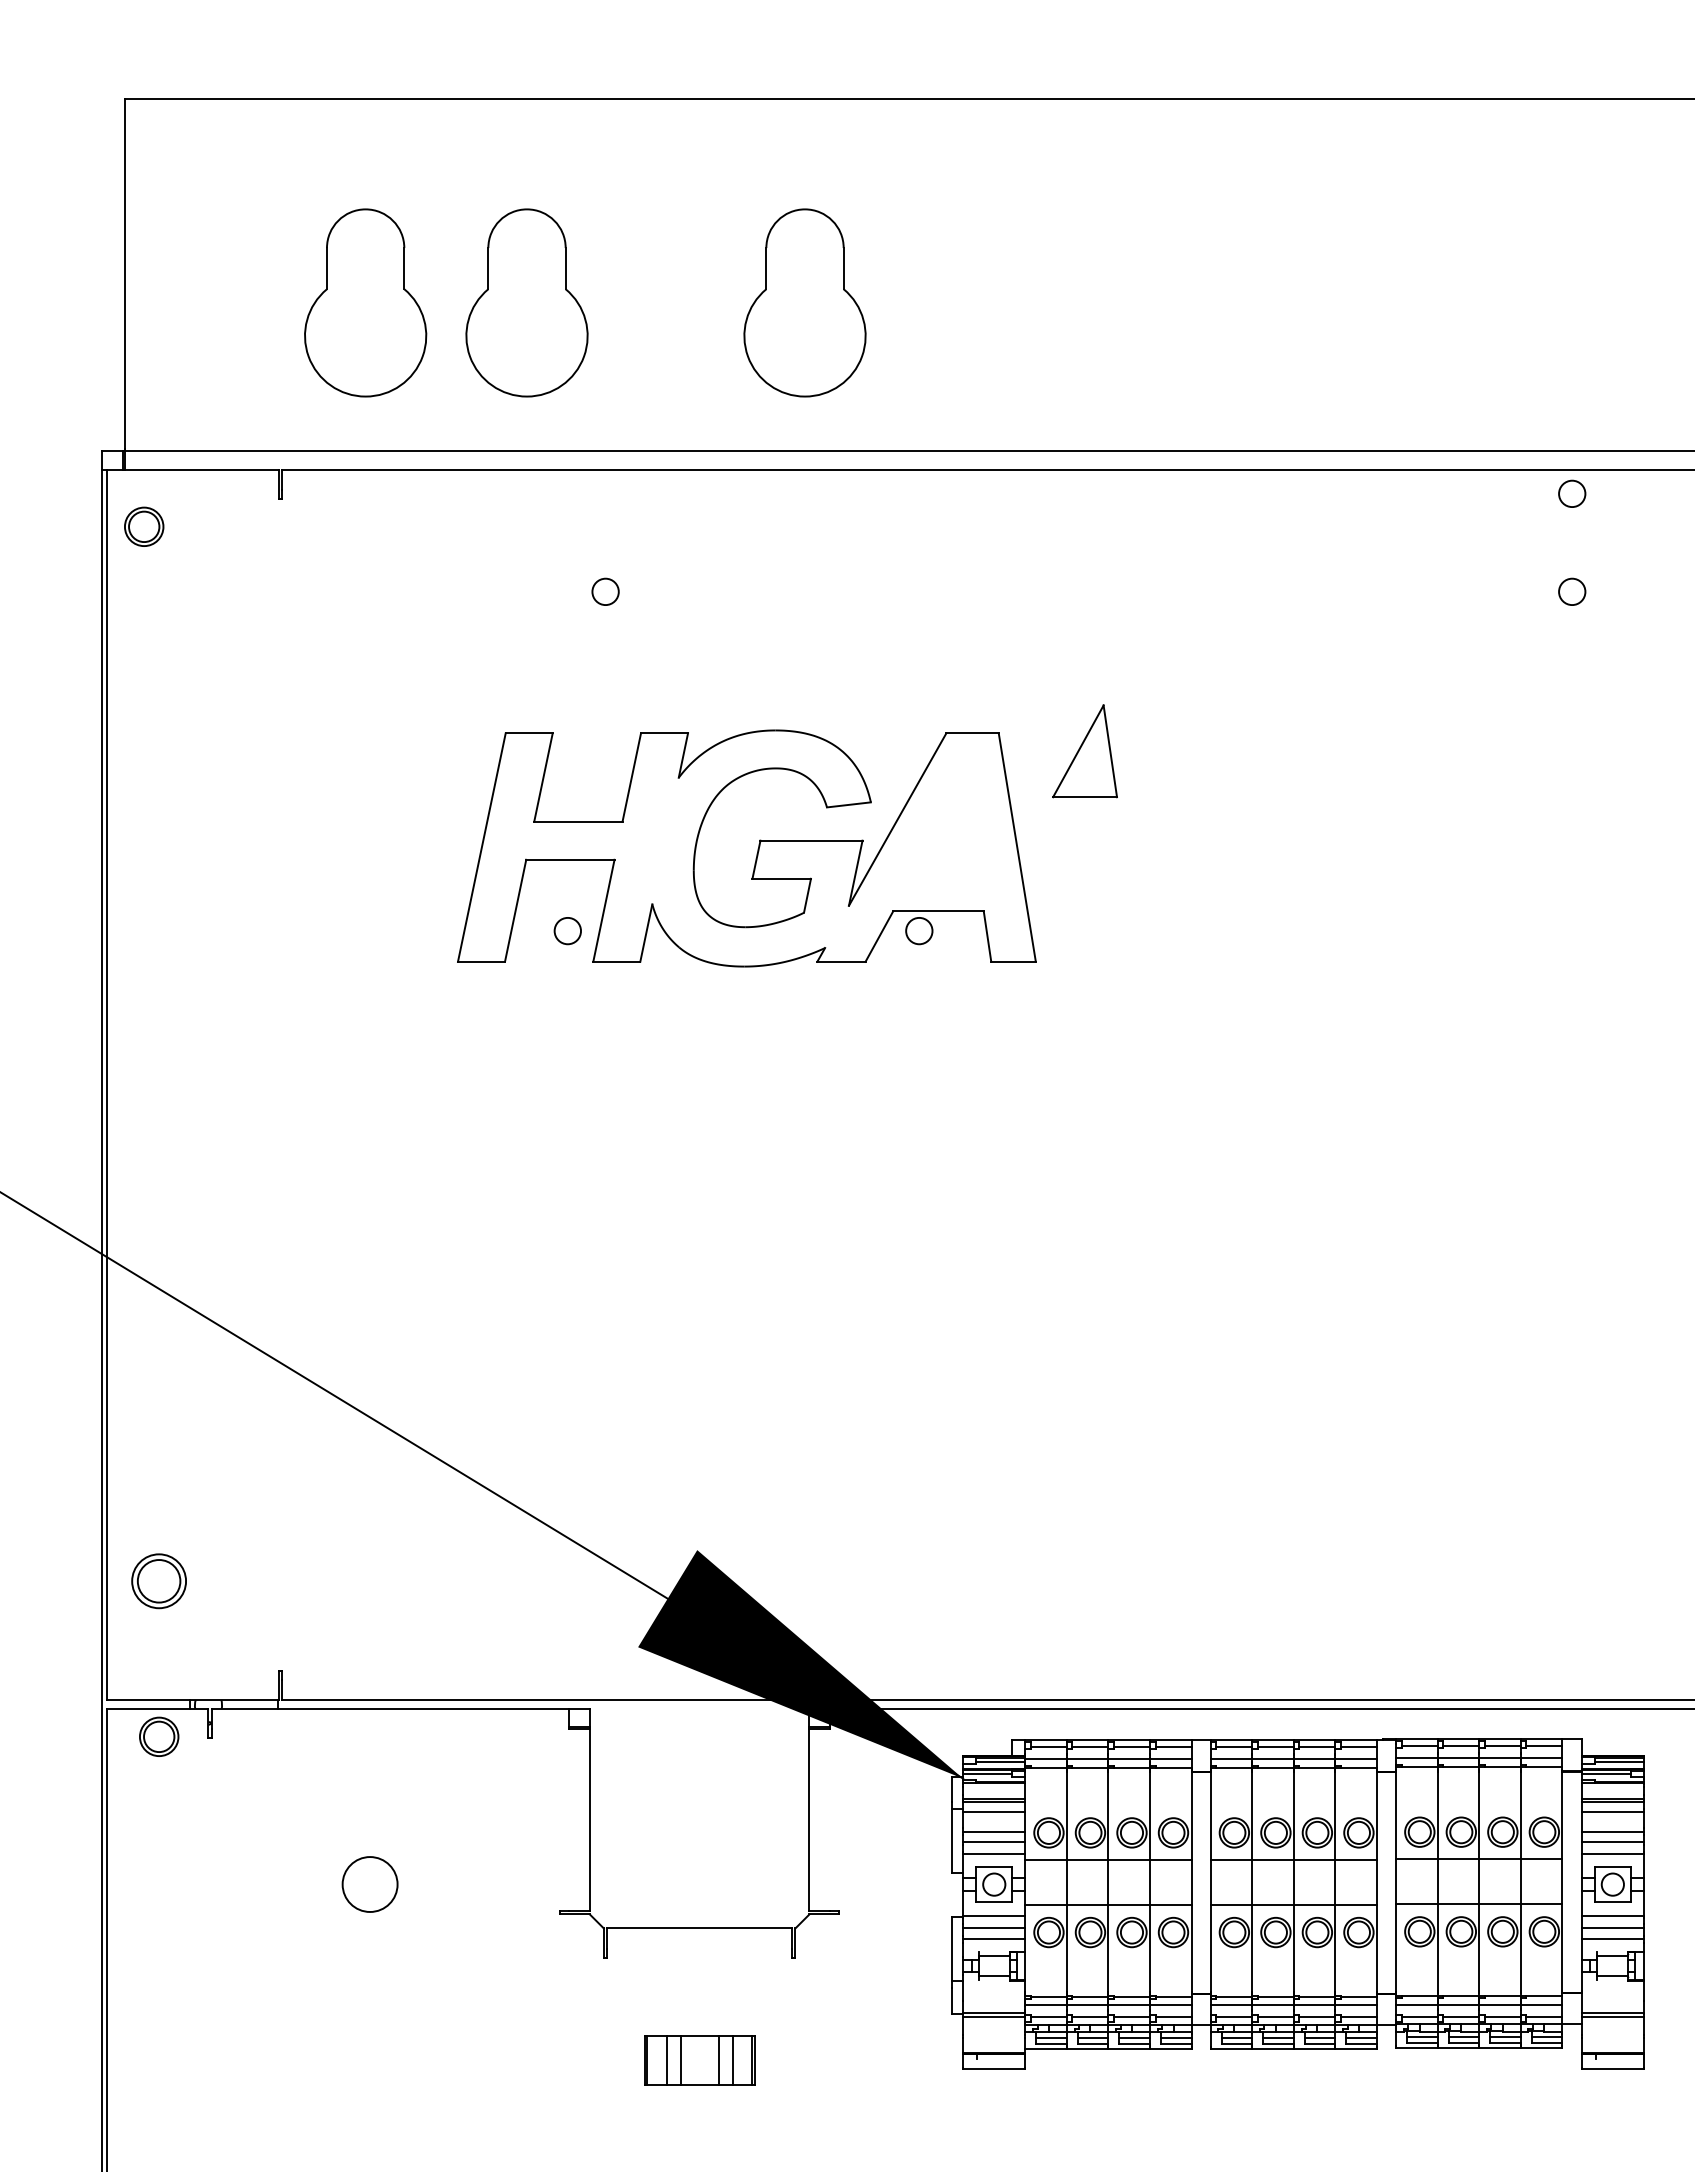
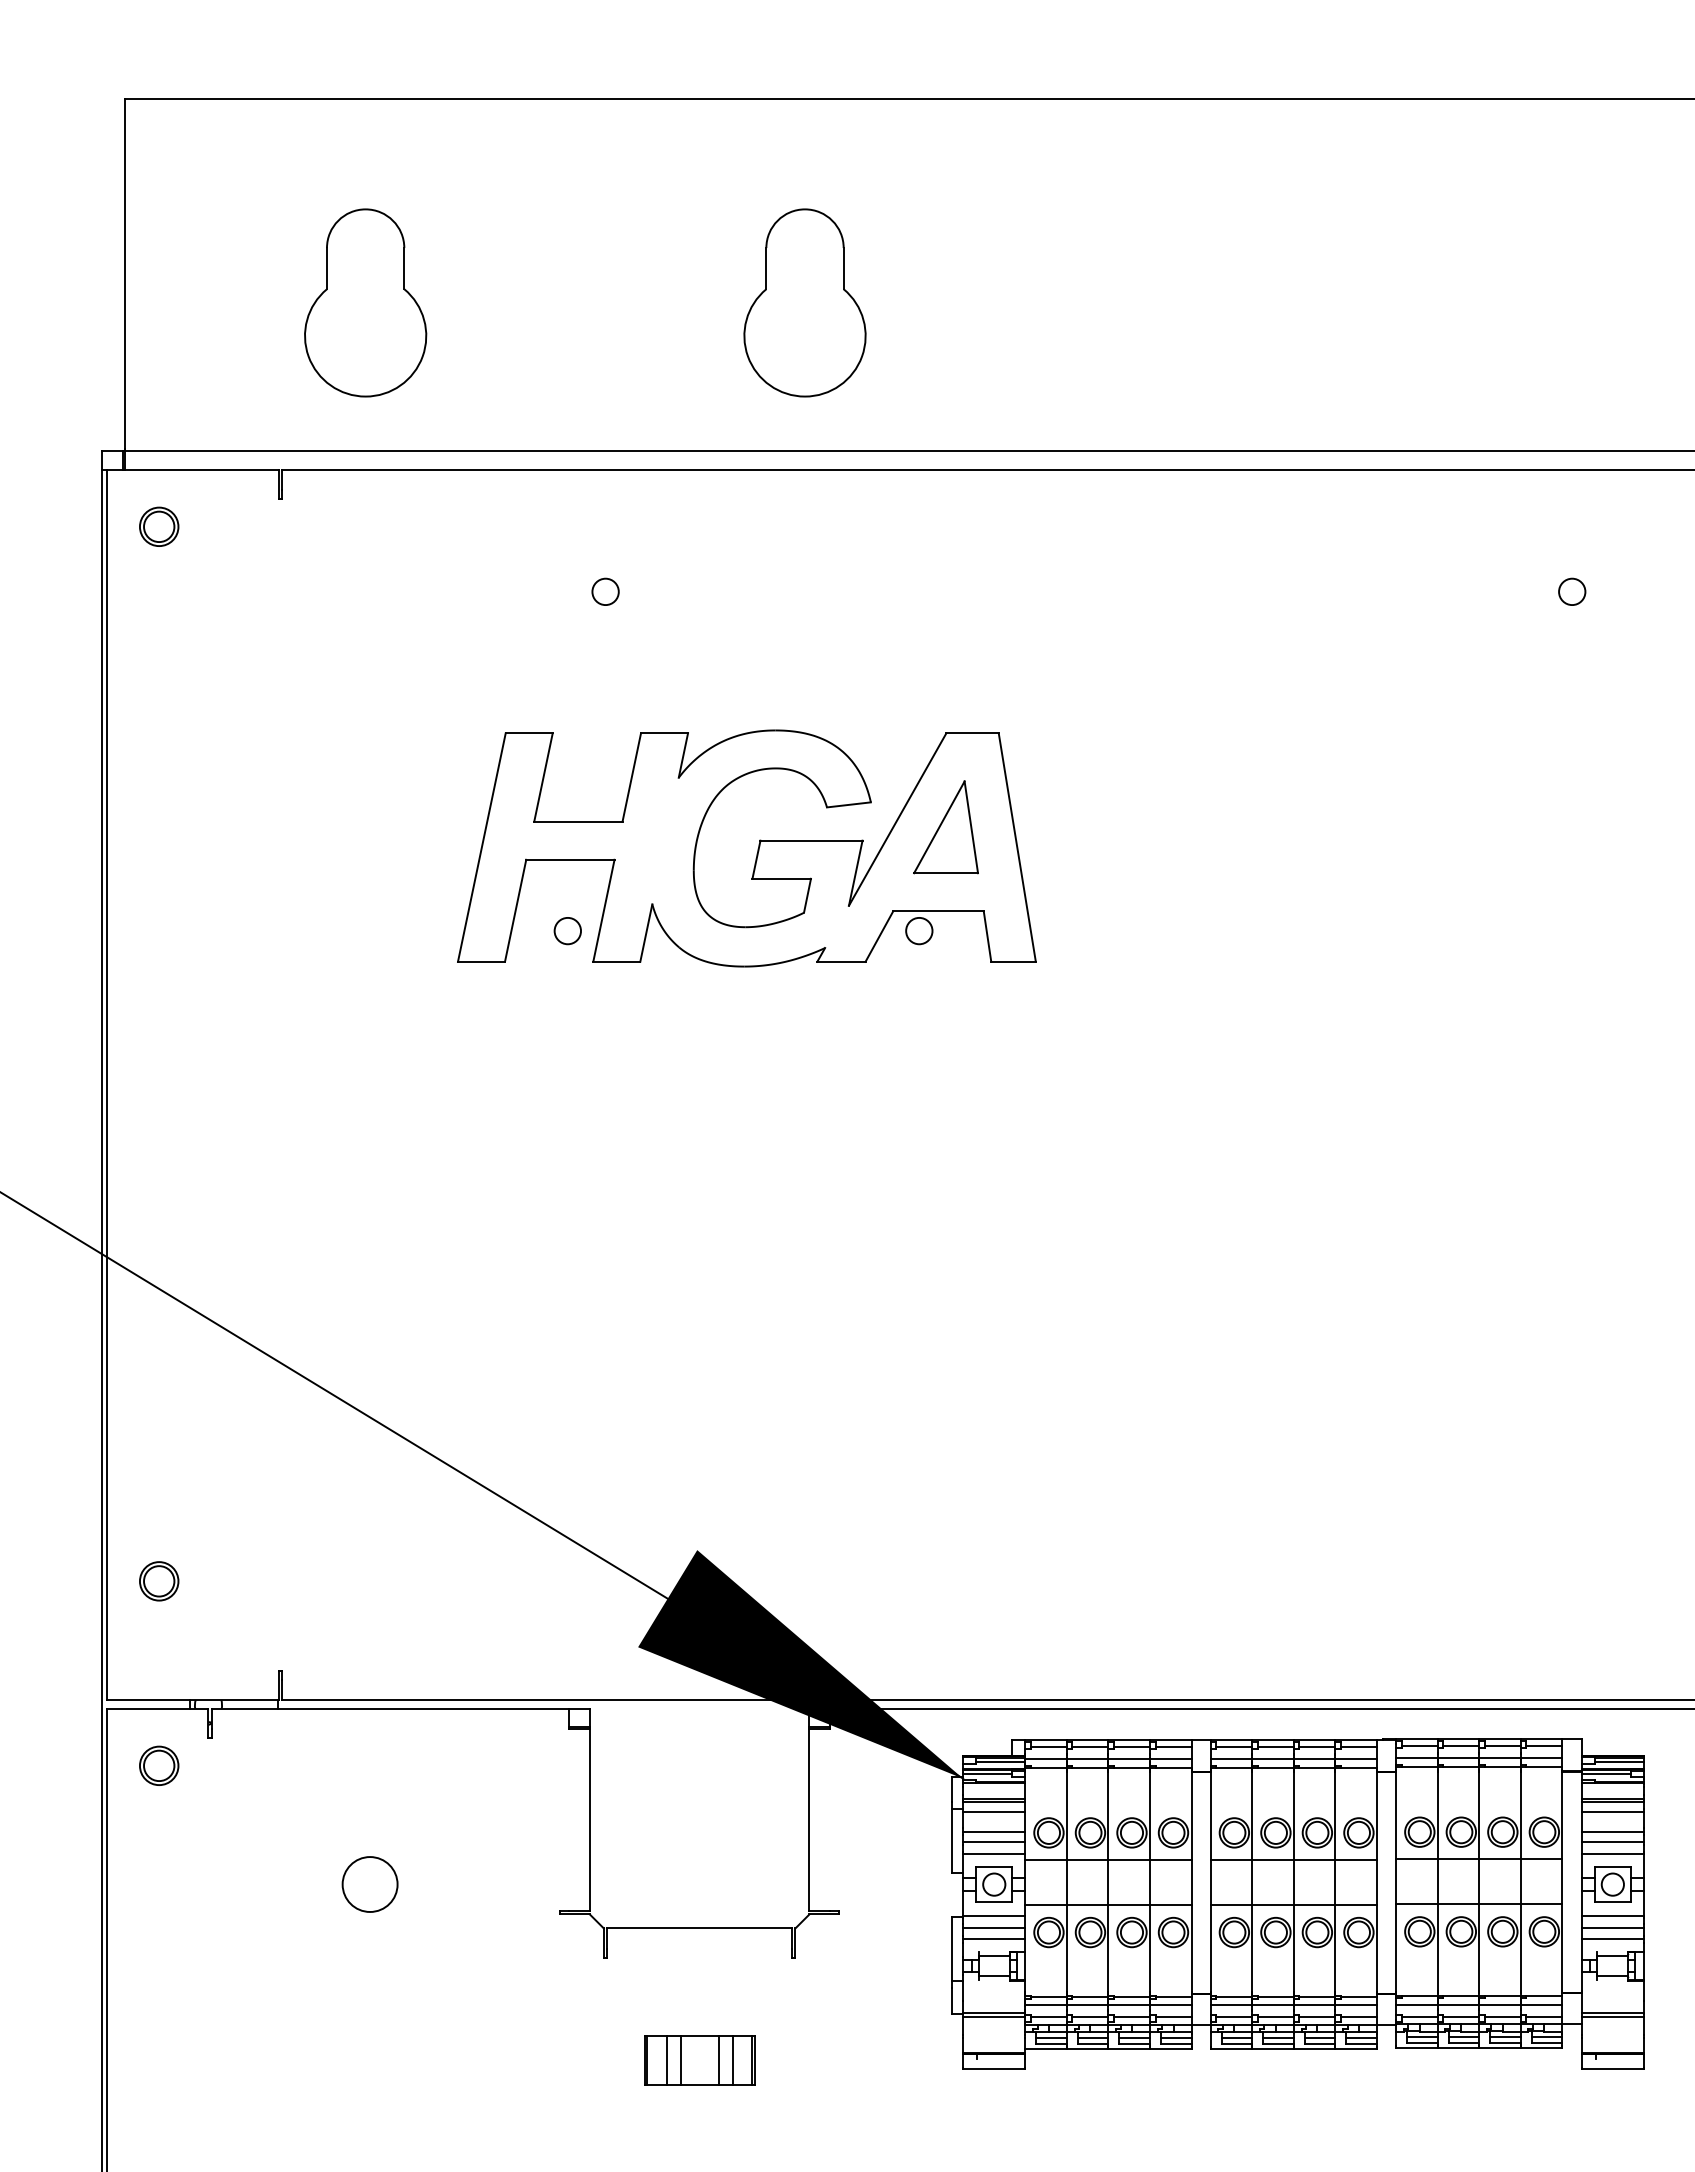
part at (526, 302): present -> none
circle at (1572, 493): present -> none
part at (144, 526) position: (144, 526) -> (159, 526)
part at (1084, 751) position: (1084, 751) -> (945, 827)
part at (158, 1581) size: 56x57 px -> 41x41 px
part at (159, 1736) position: (159, 1736) -> (159, 1765)
